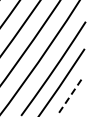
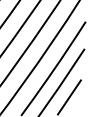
line at (69, 97): dashed -> solid
